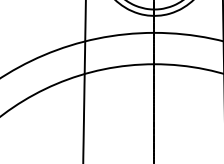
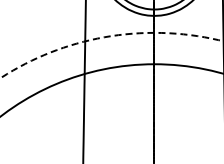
circle at (111, 55): solid -> dashed
